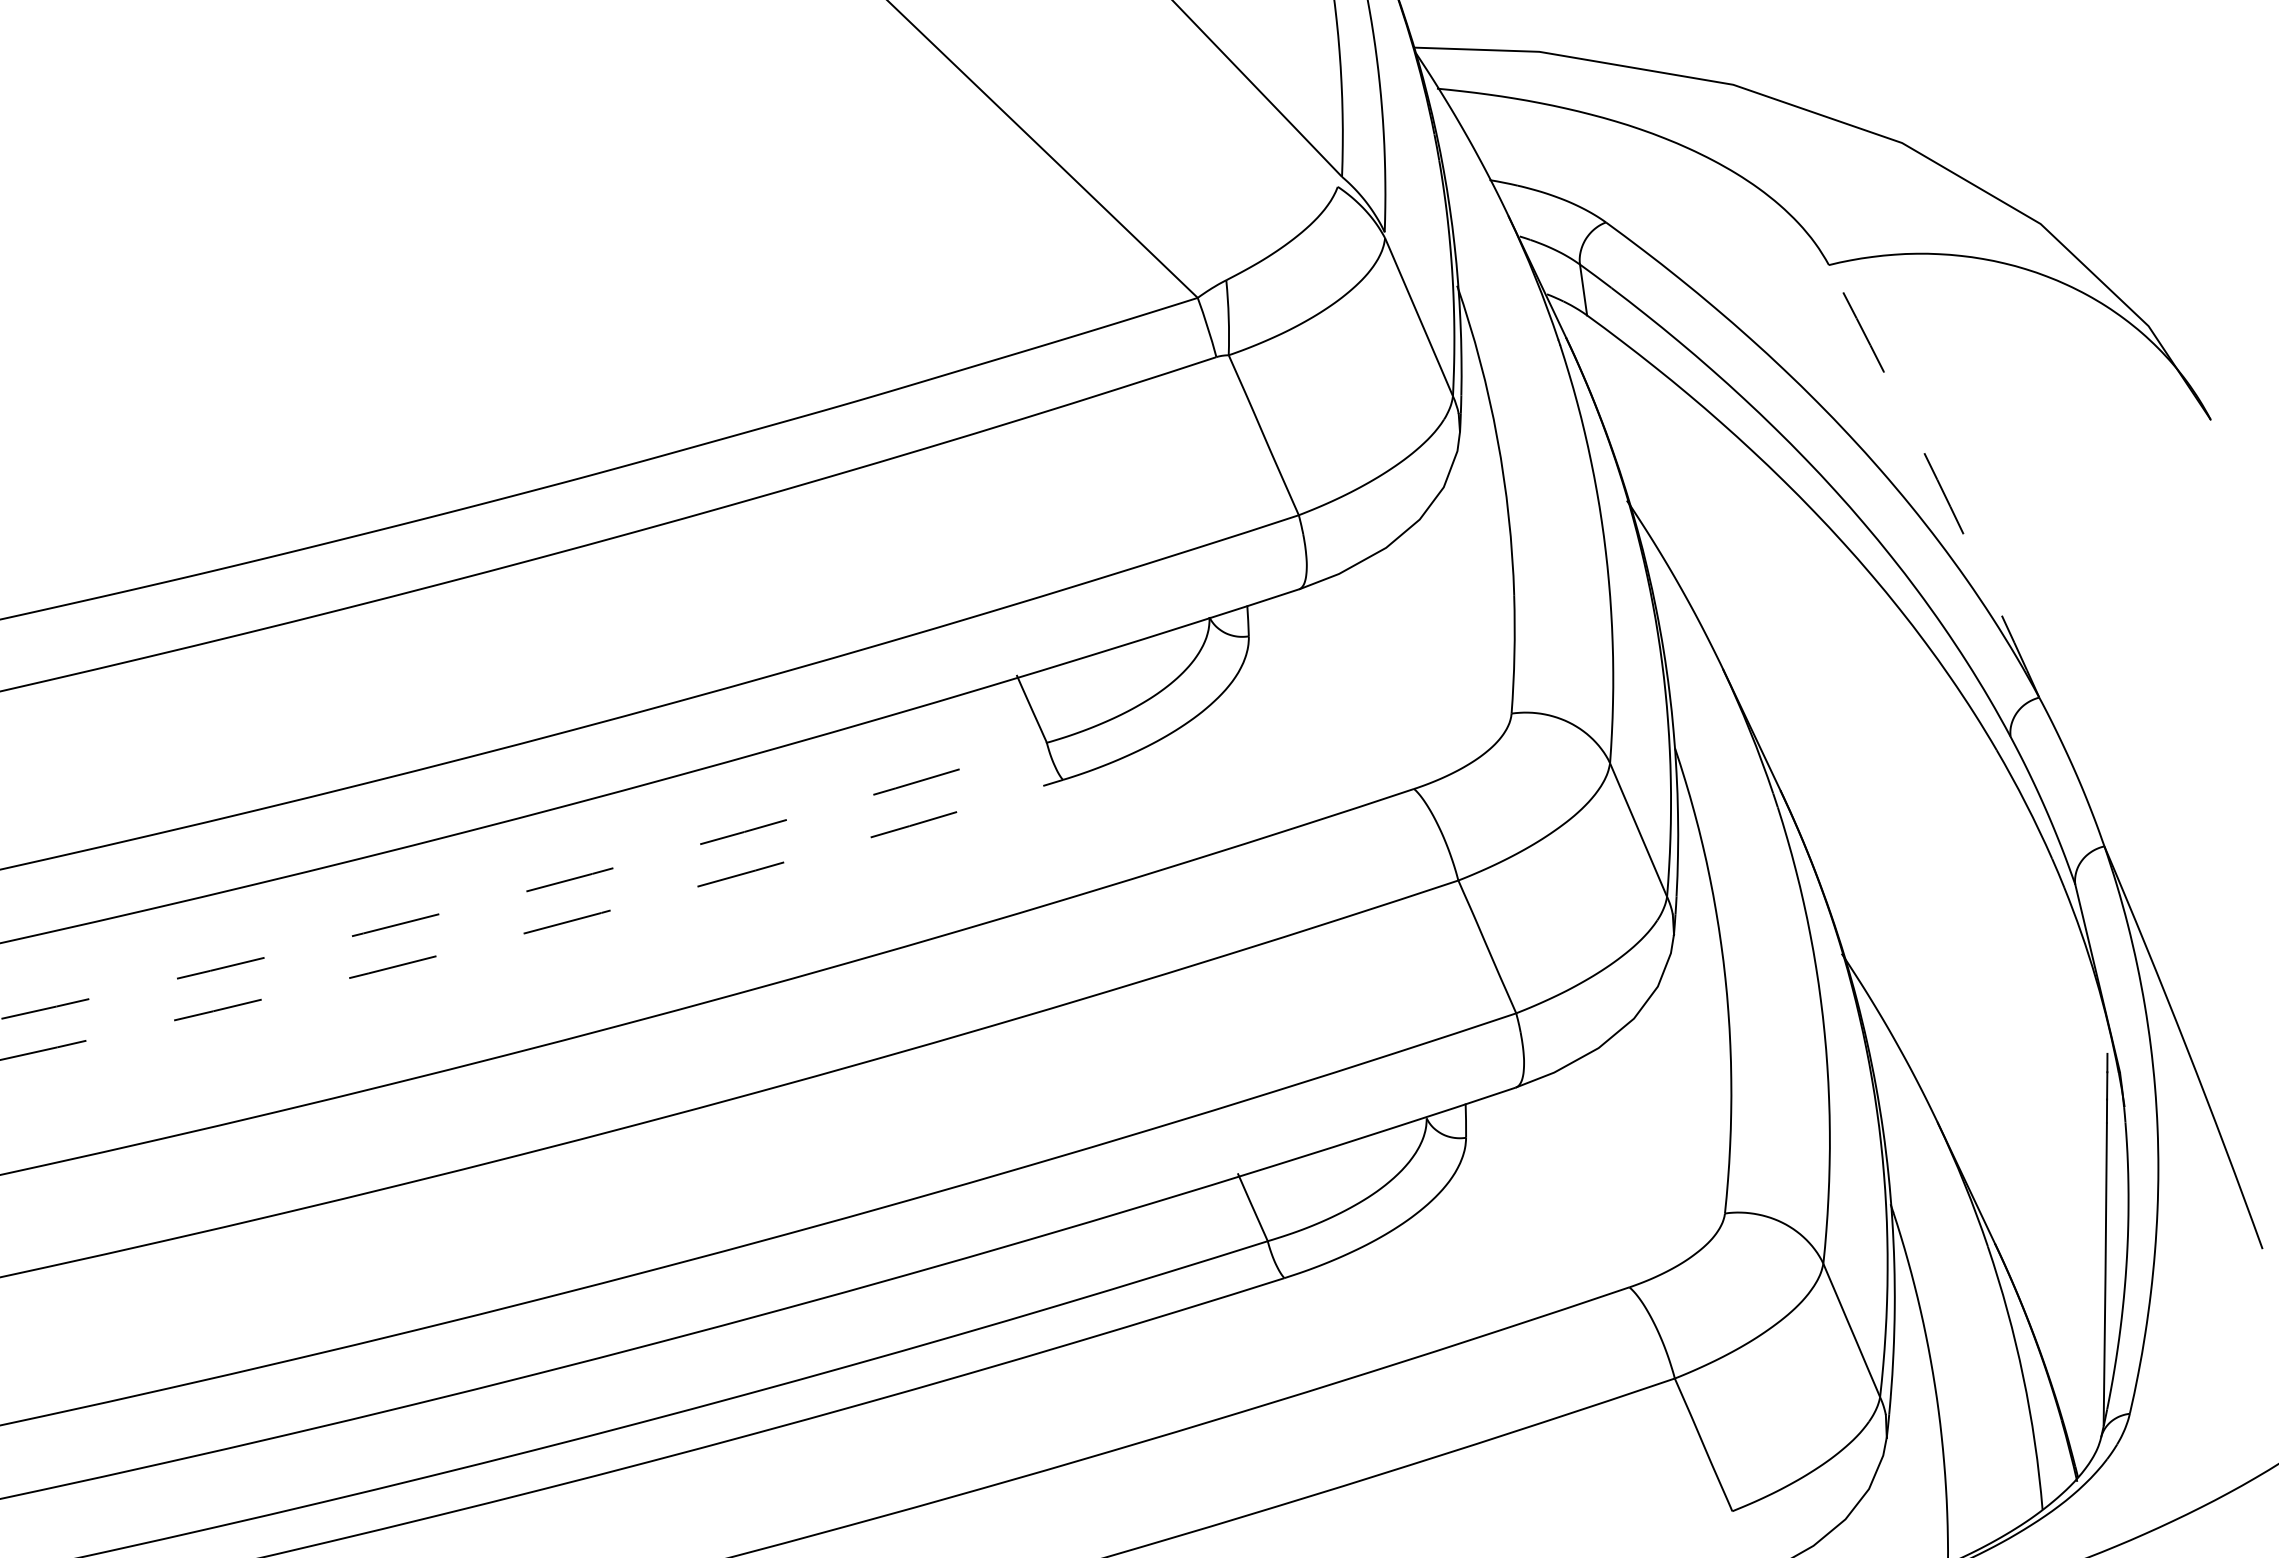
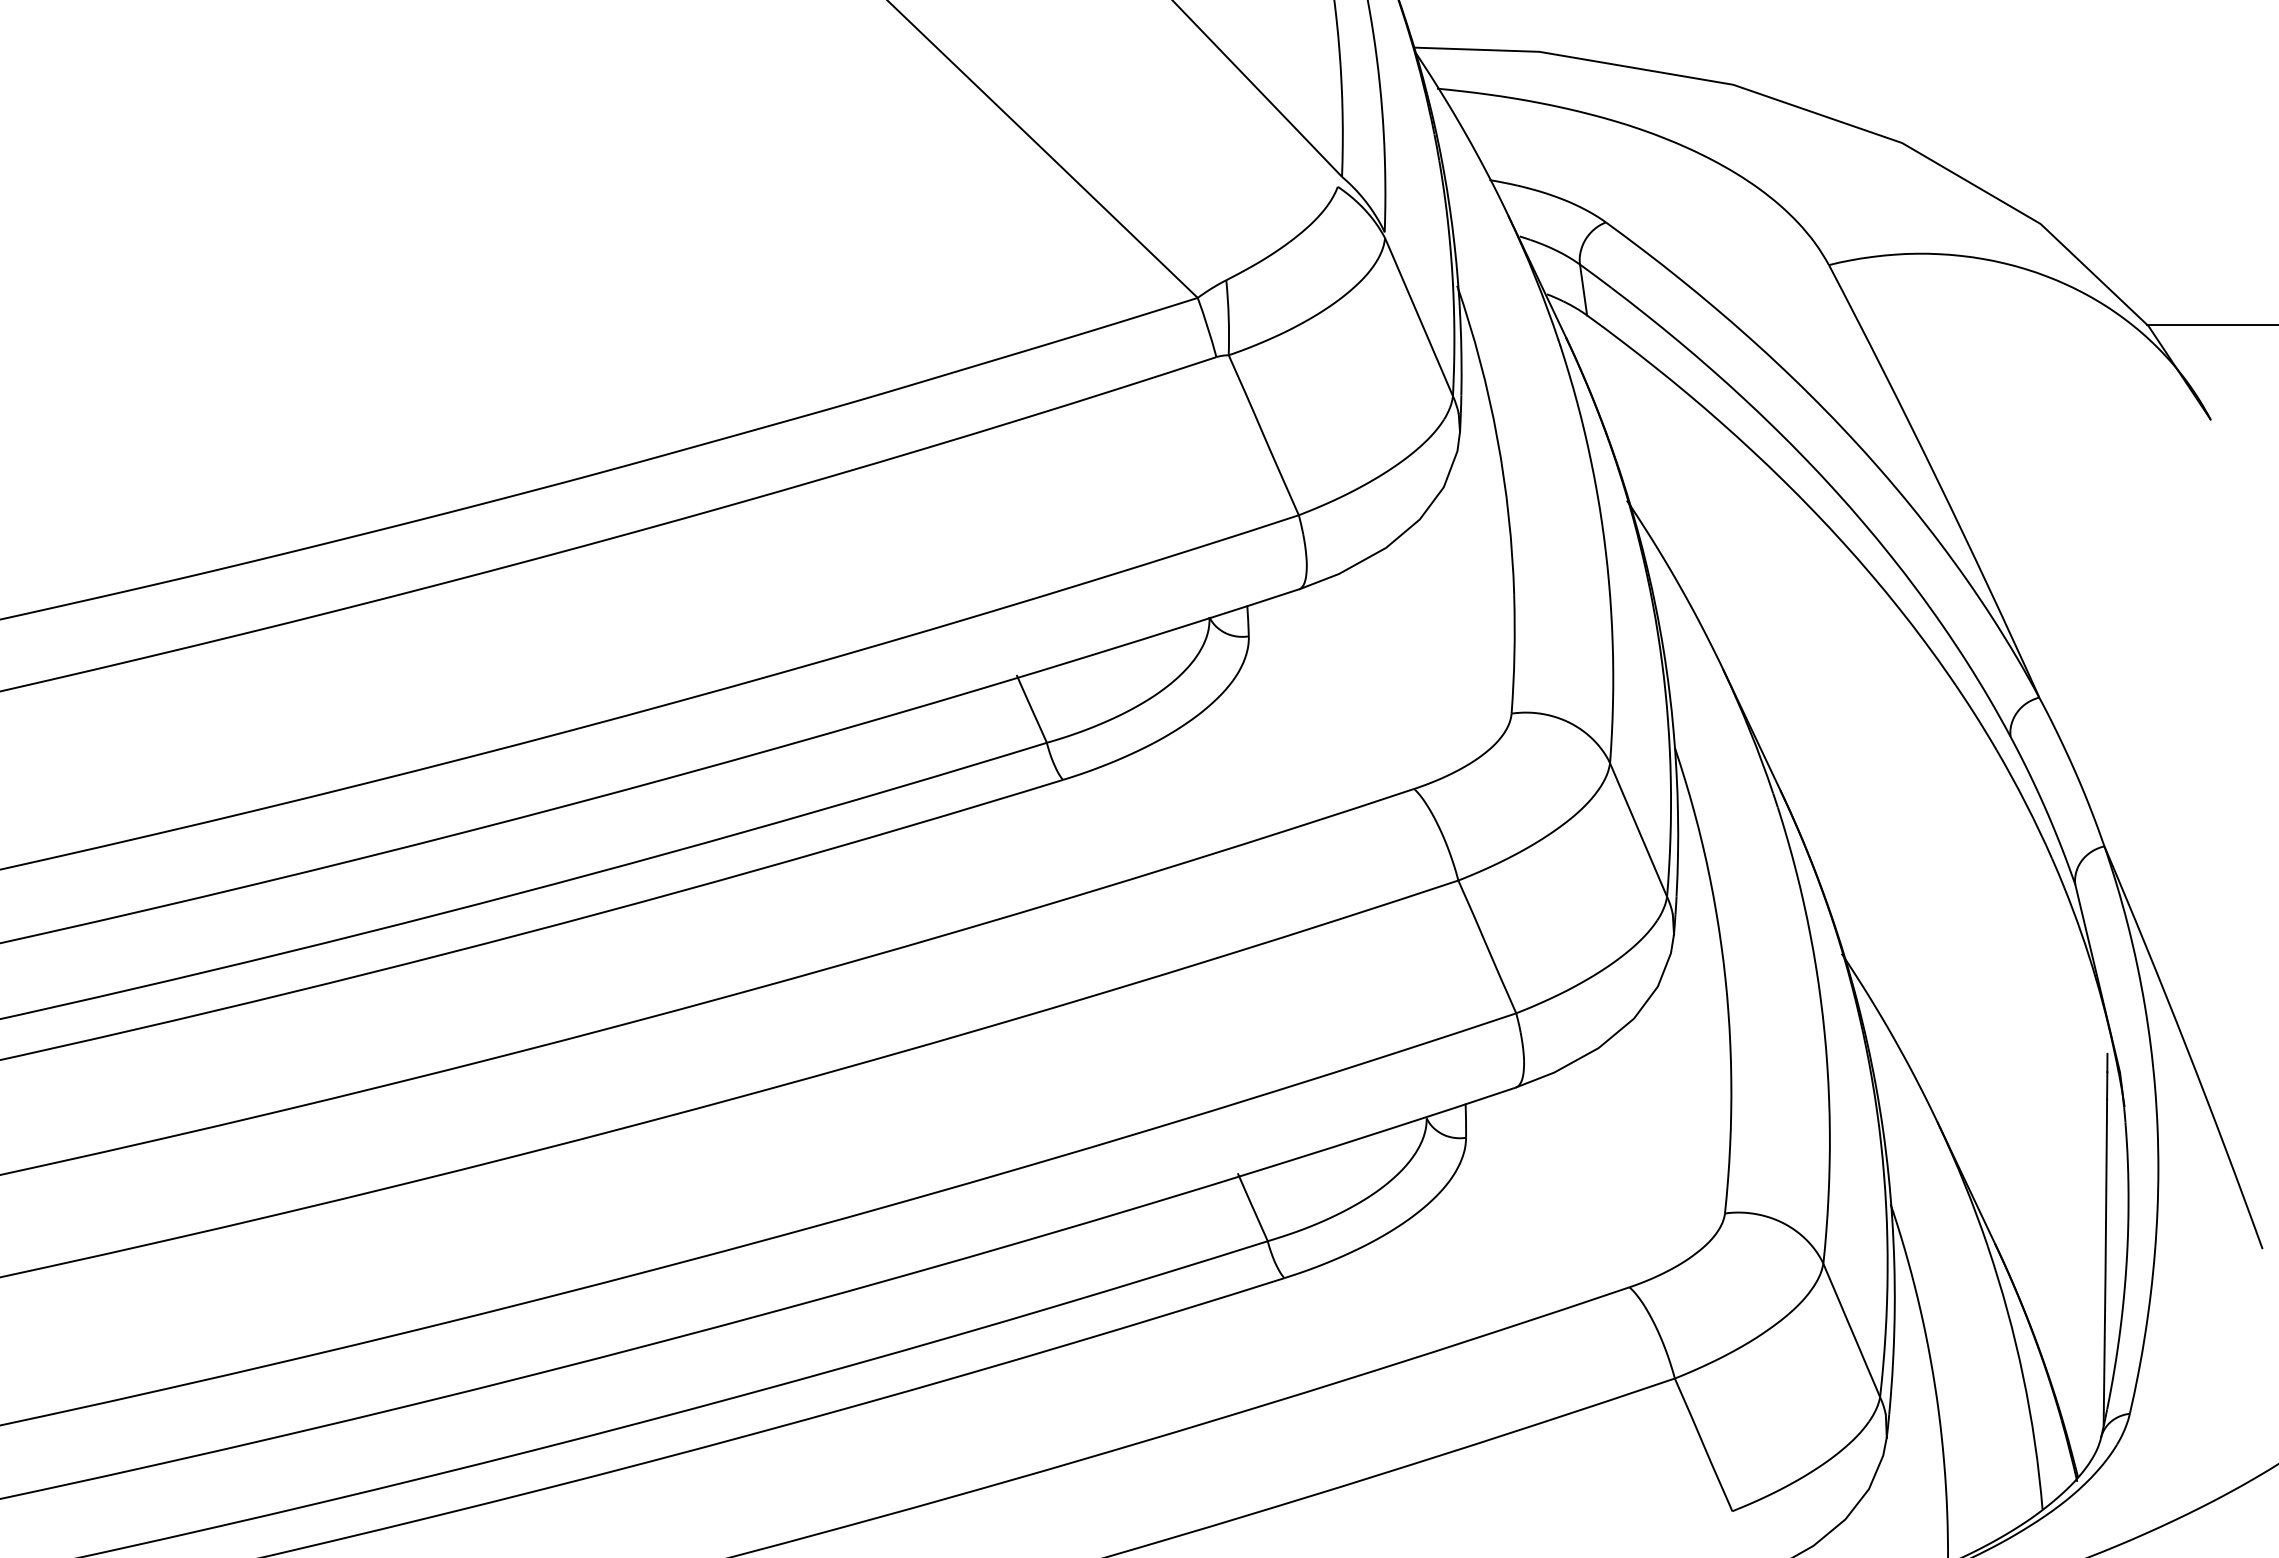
line at (2210, 324): none -> present
arc at (1937, 479): dashed -> solid
arc at (525, 891): dashed -> solid
arc at (534, 930): dashed -> solid
